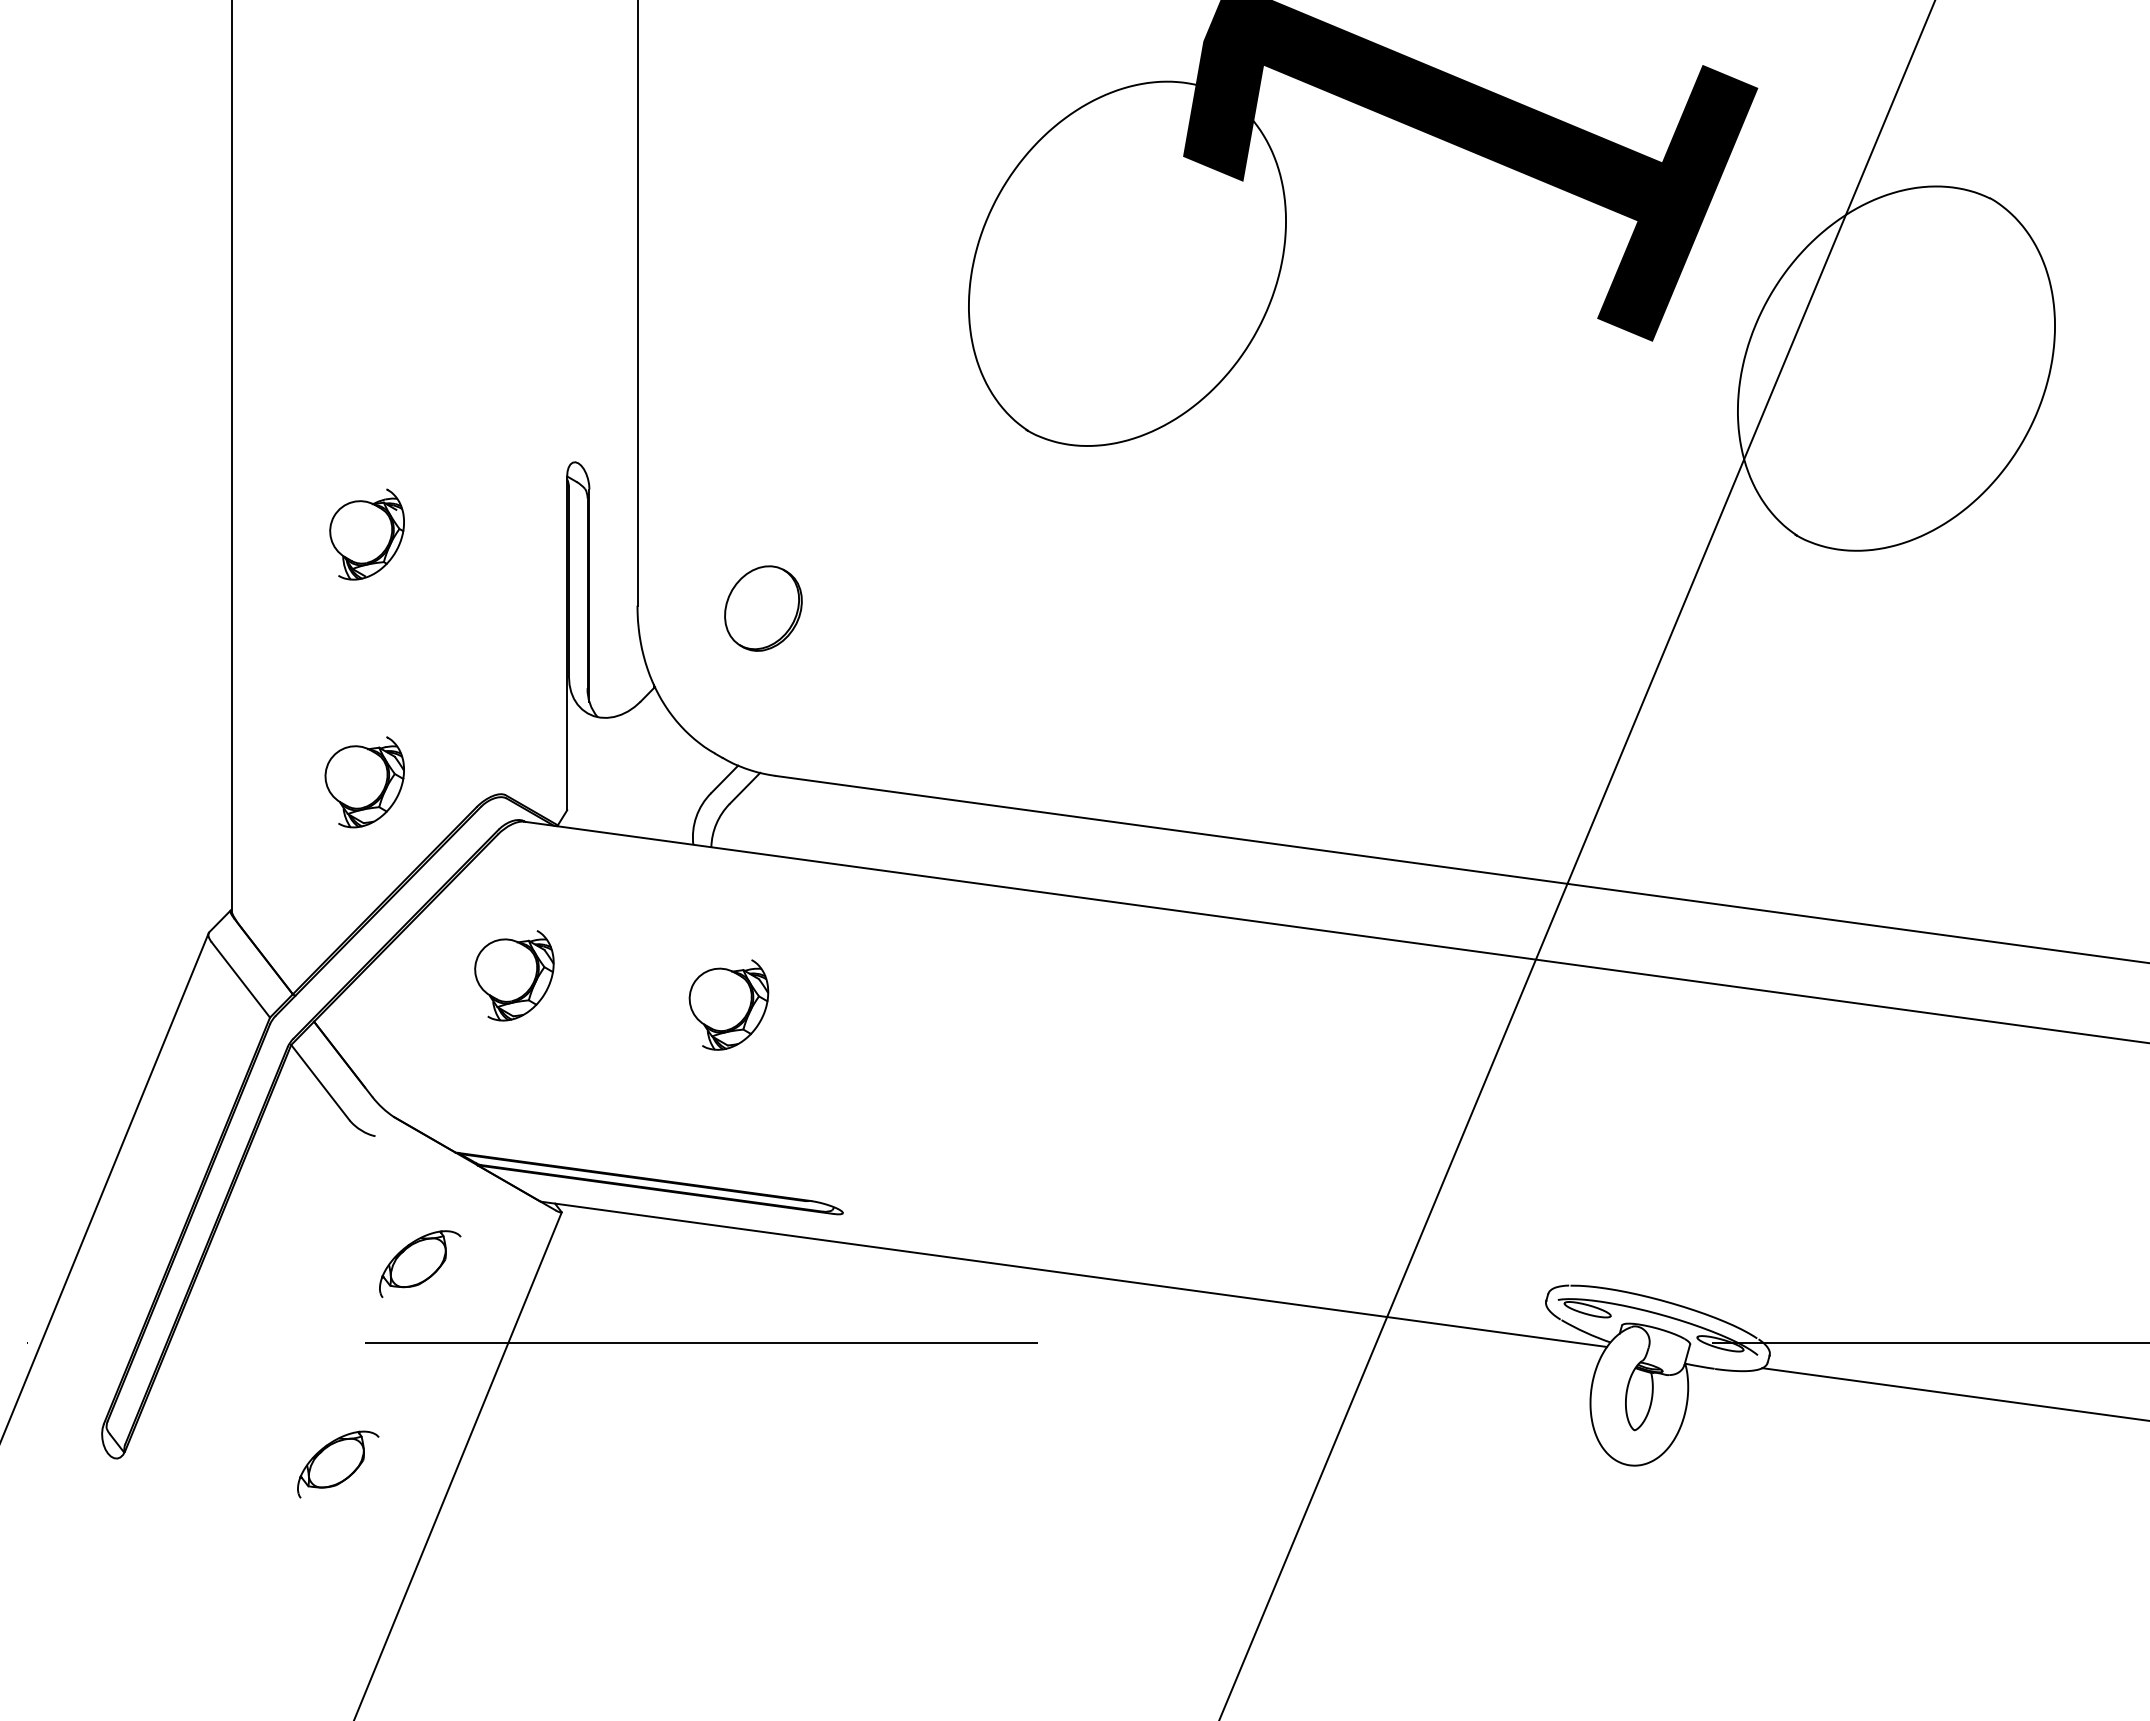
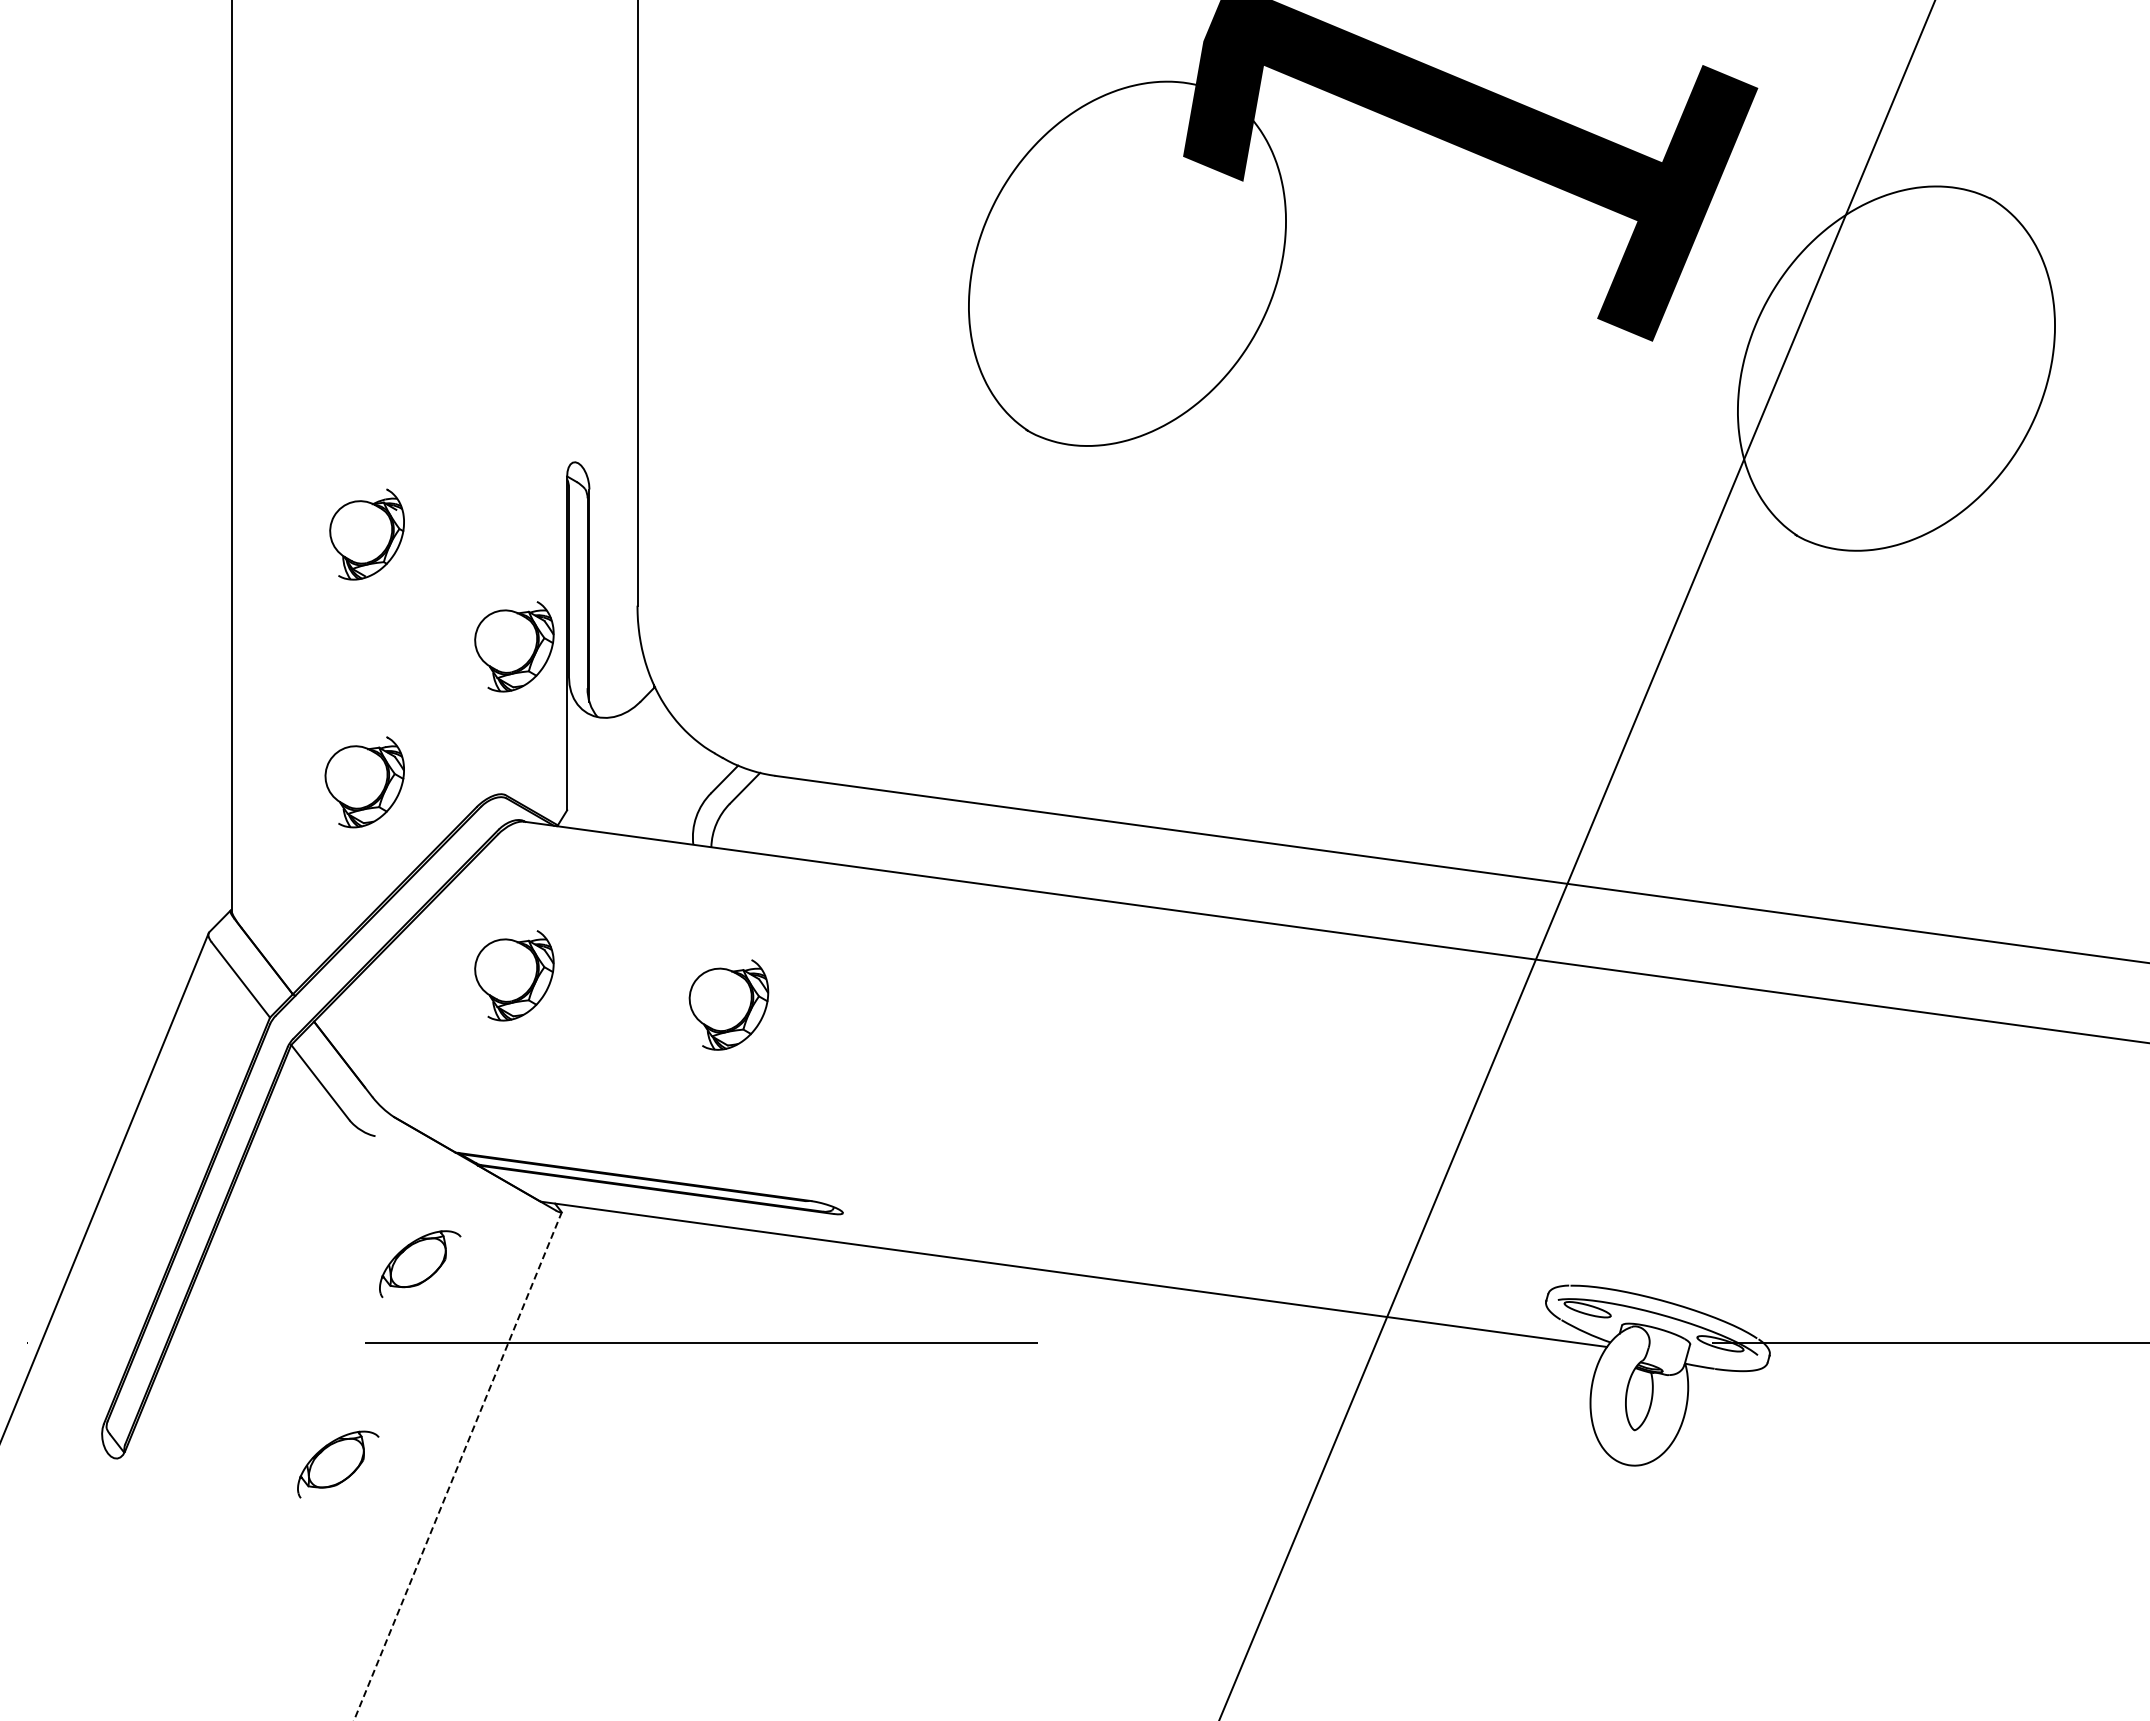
part at (763, 608): present -> none
part at (514, 646): none -> present
line at (1954, 1394): present -> none
line at (458, 1465): solid -> dashed
